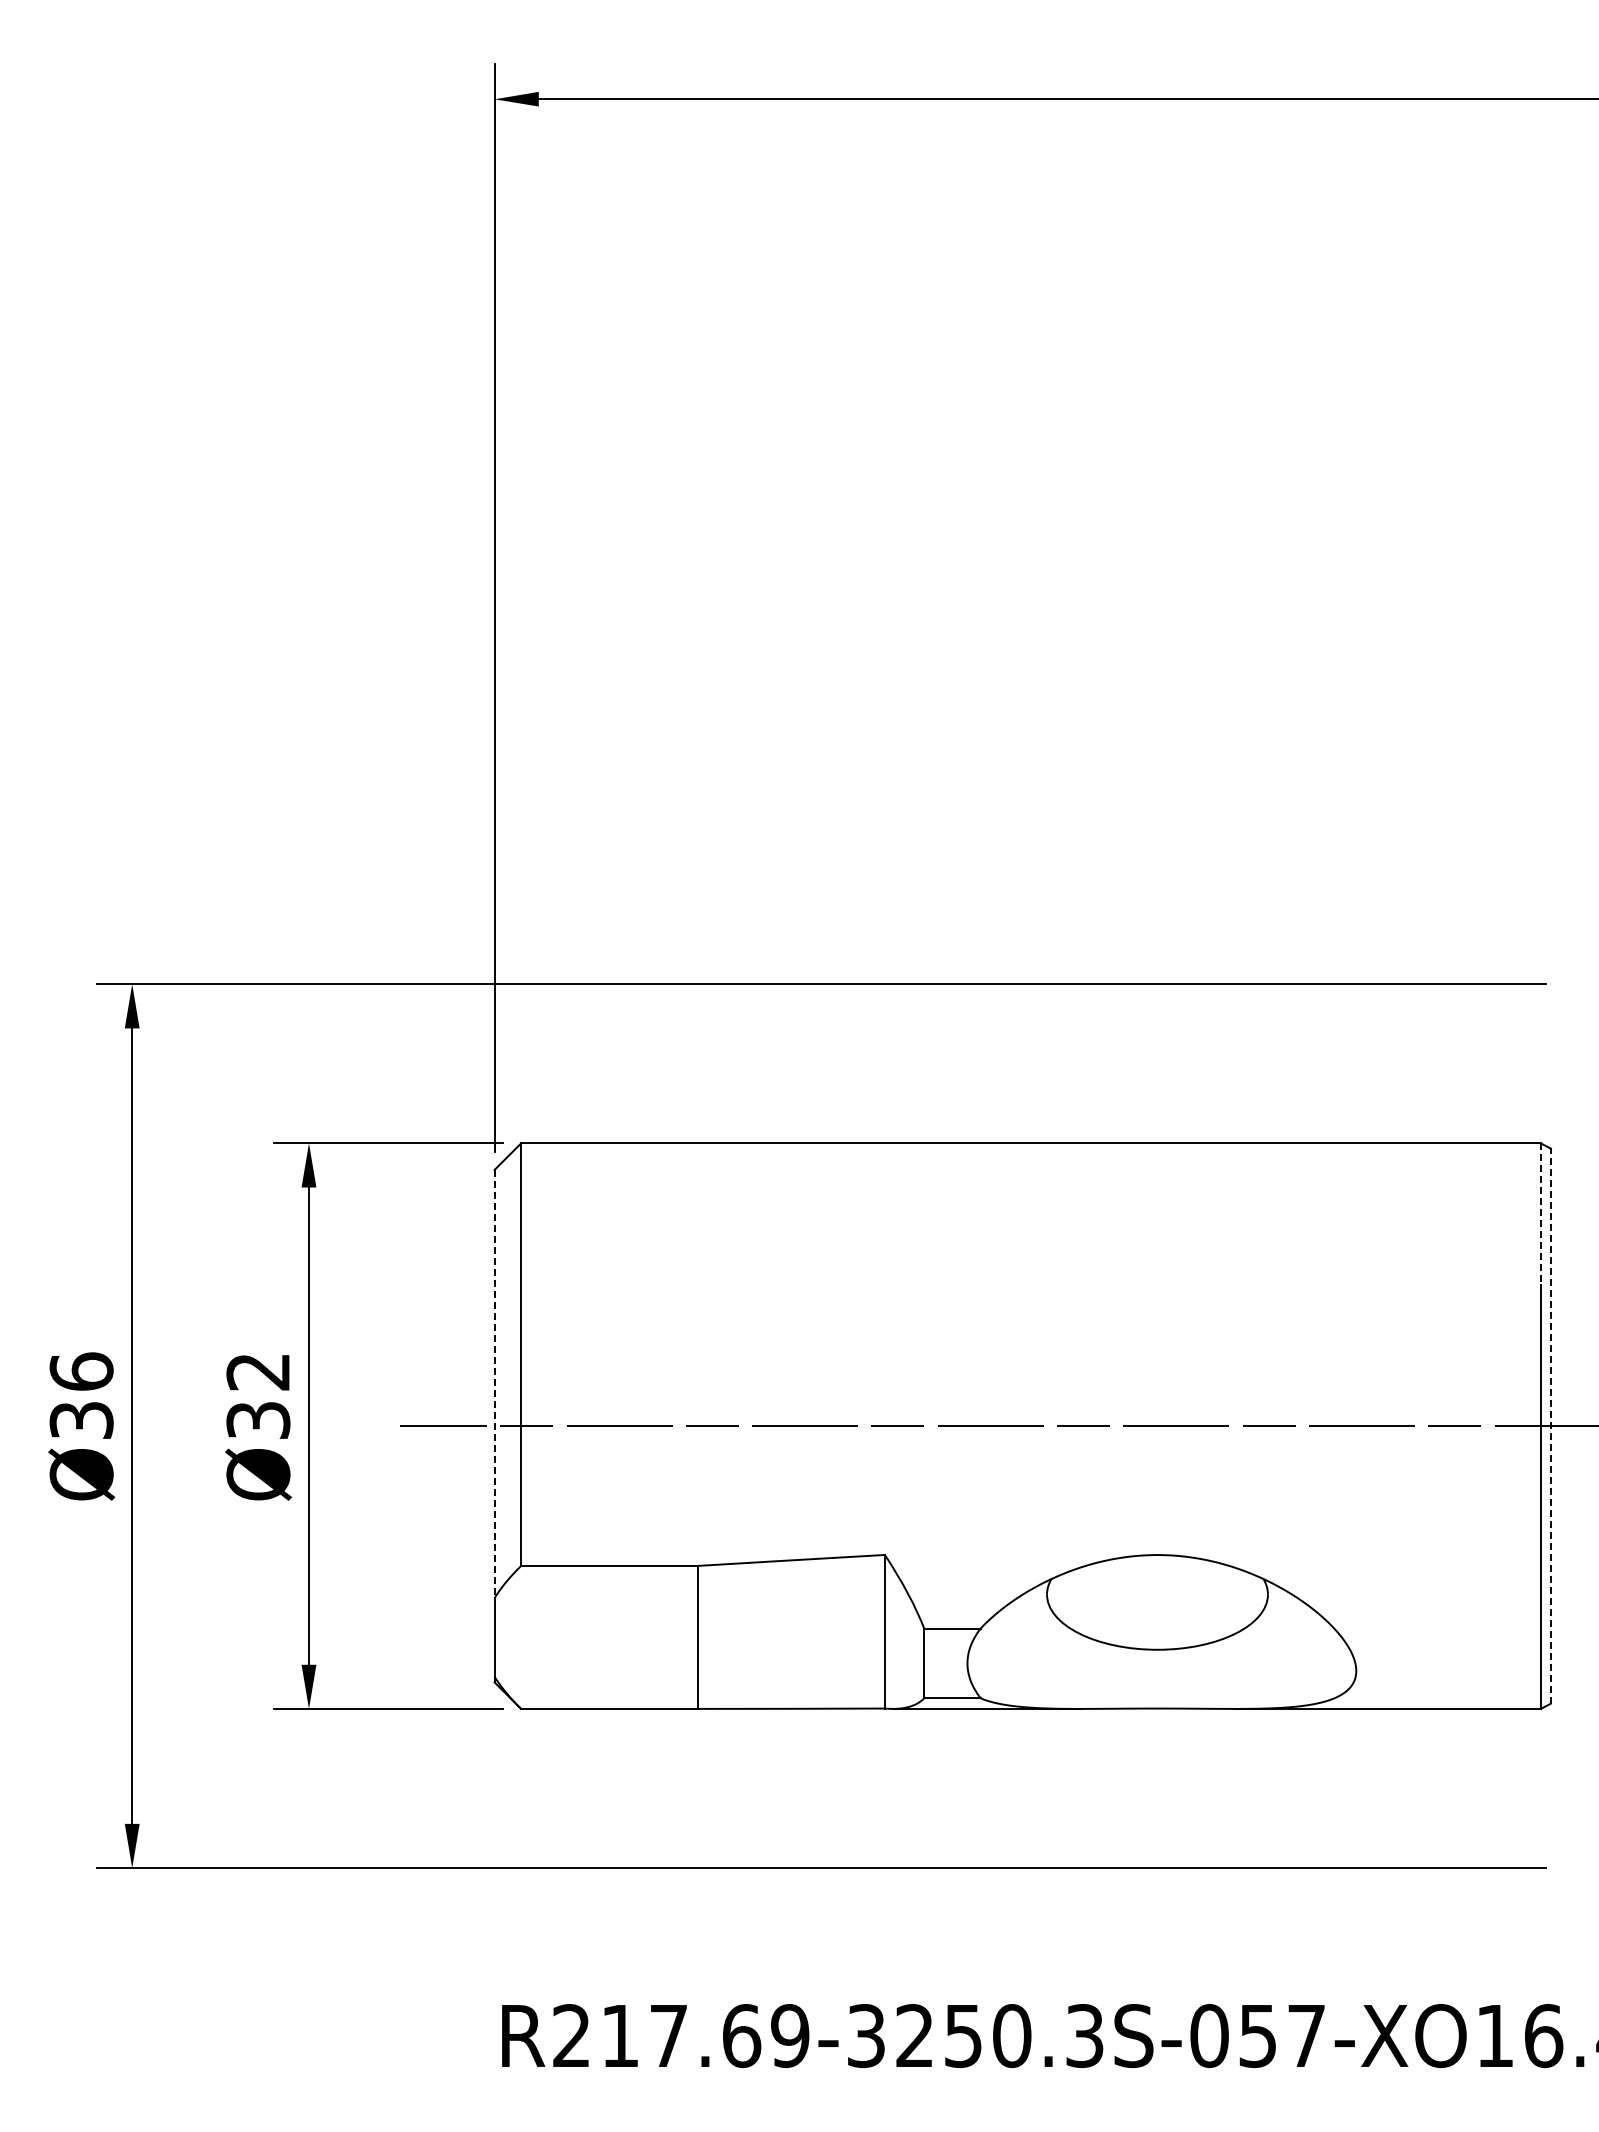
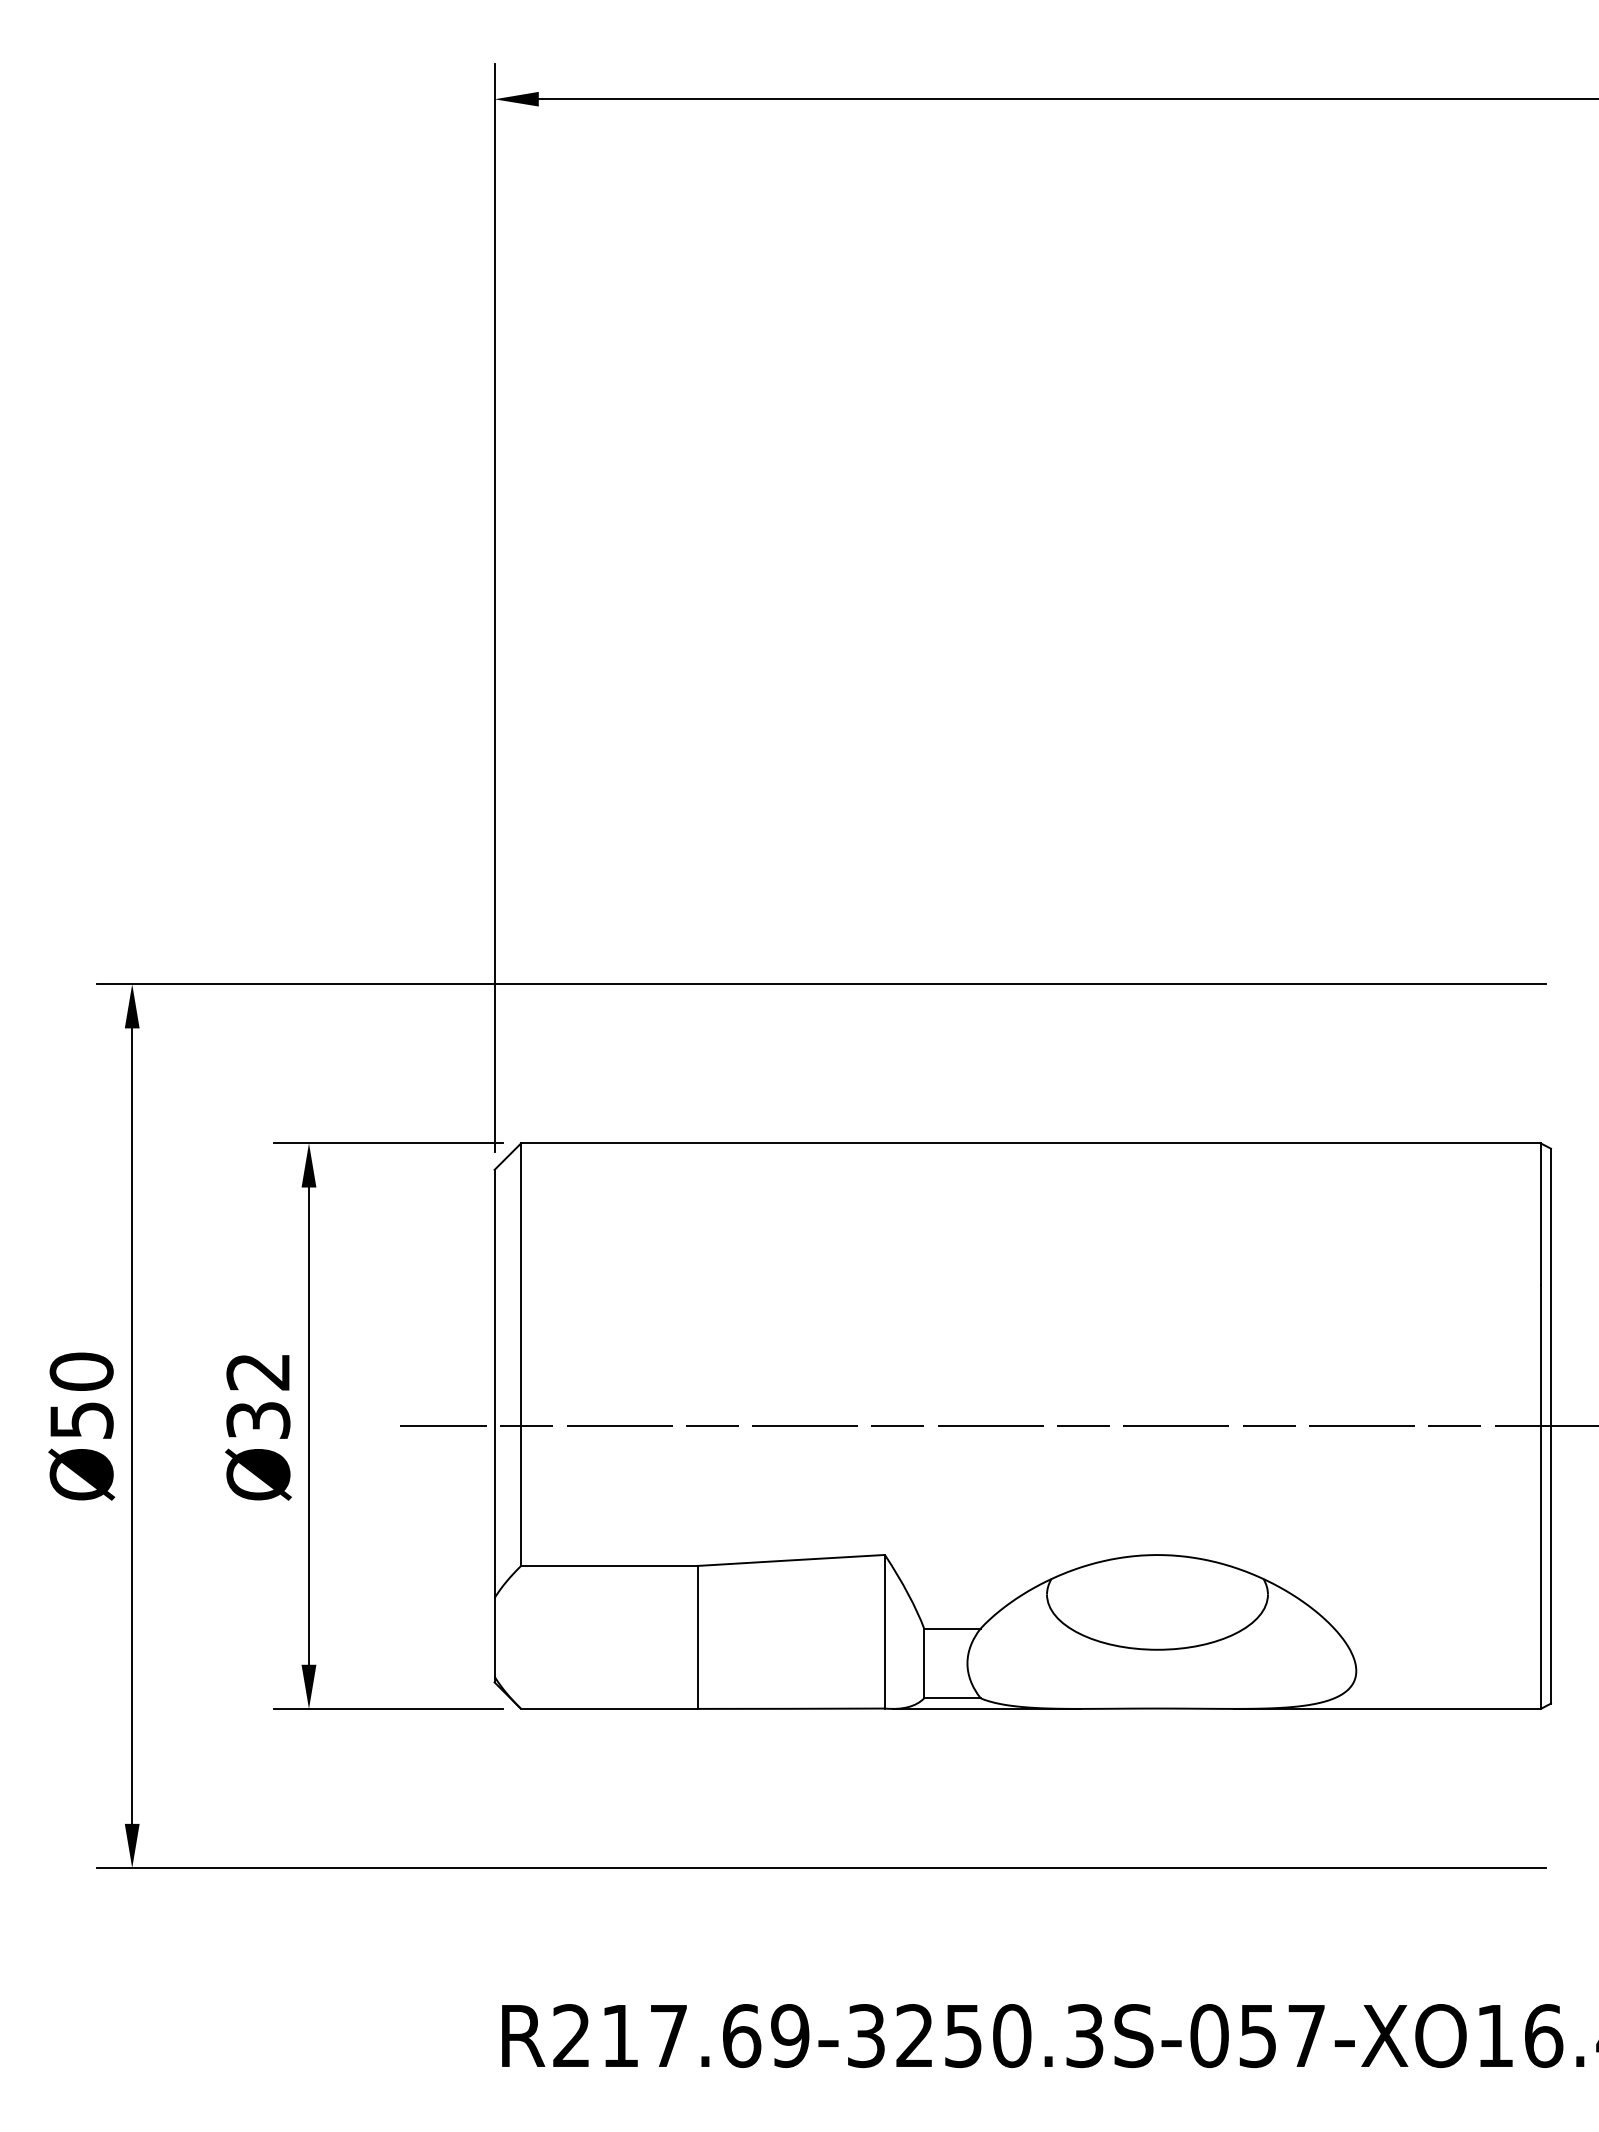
line at (1540, 1214): dashed -> solid
line at (494, 1384): dashed -> solid
text at (81, 1395): Ø36 -> Ø50
line at (1550, 1425): dashed -> solid
